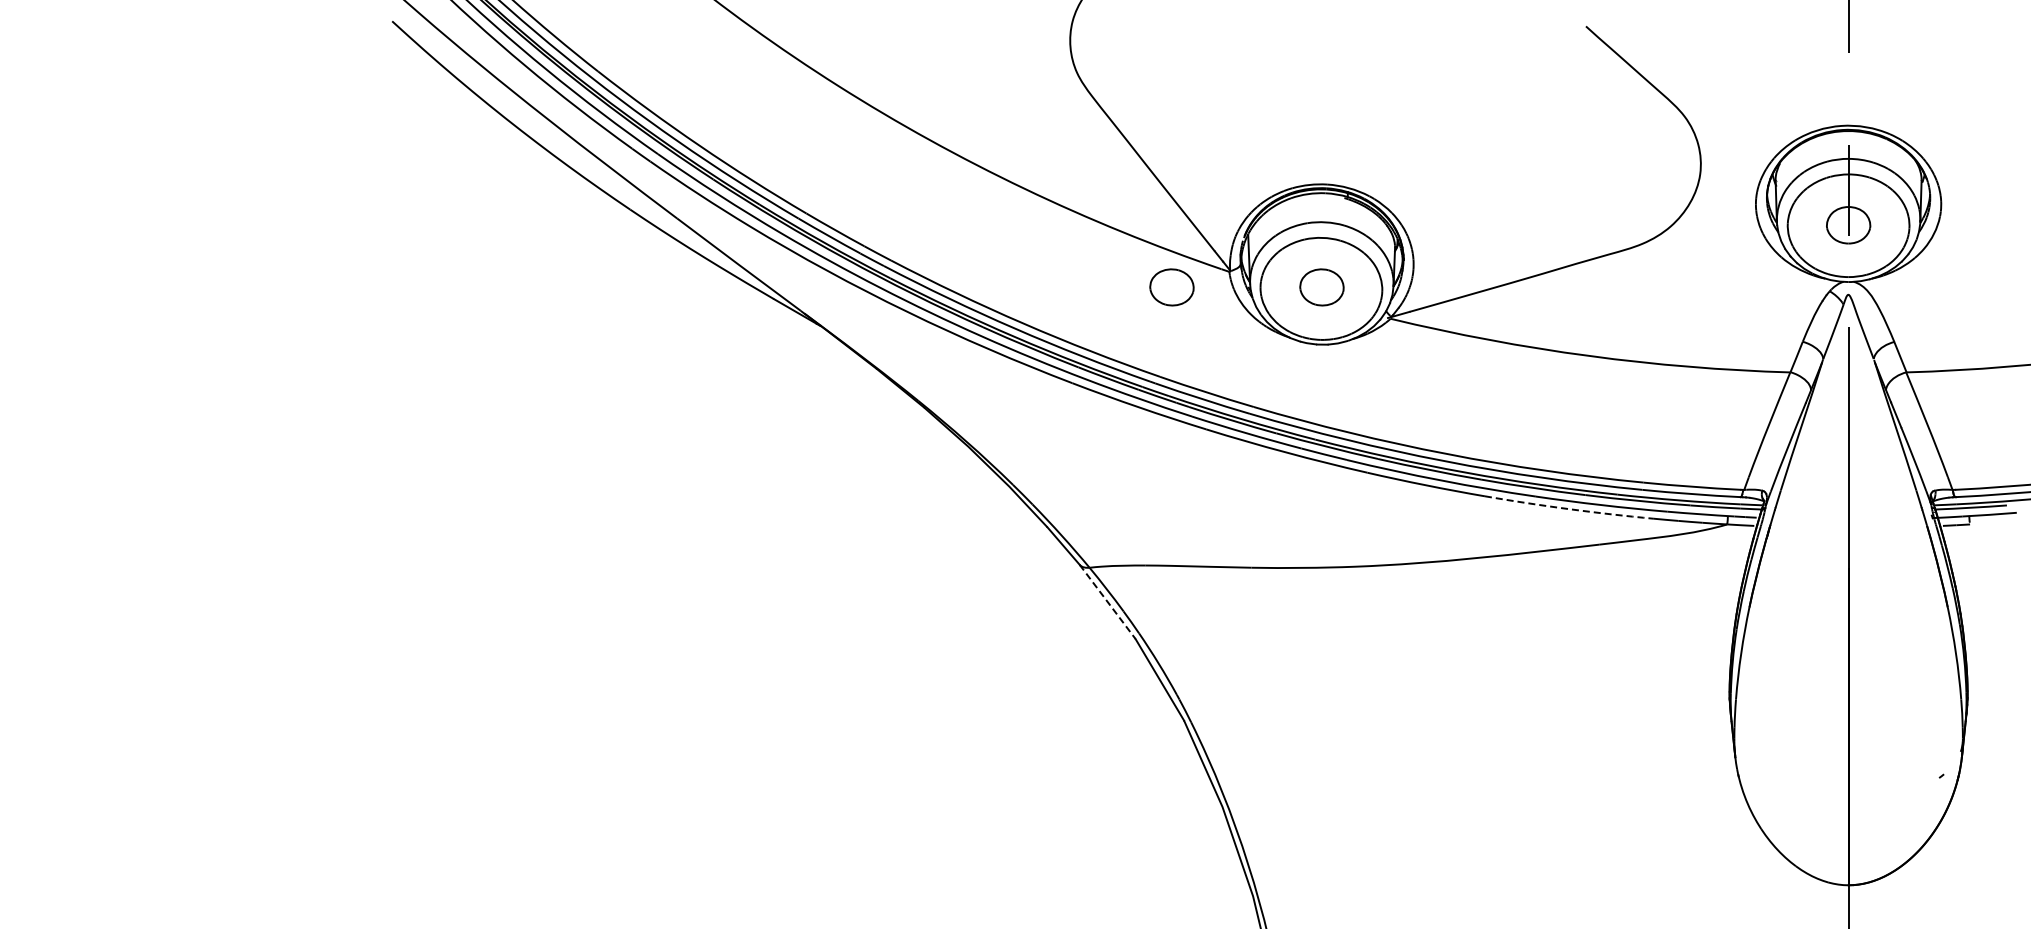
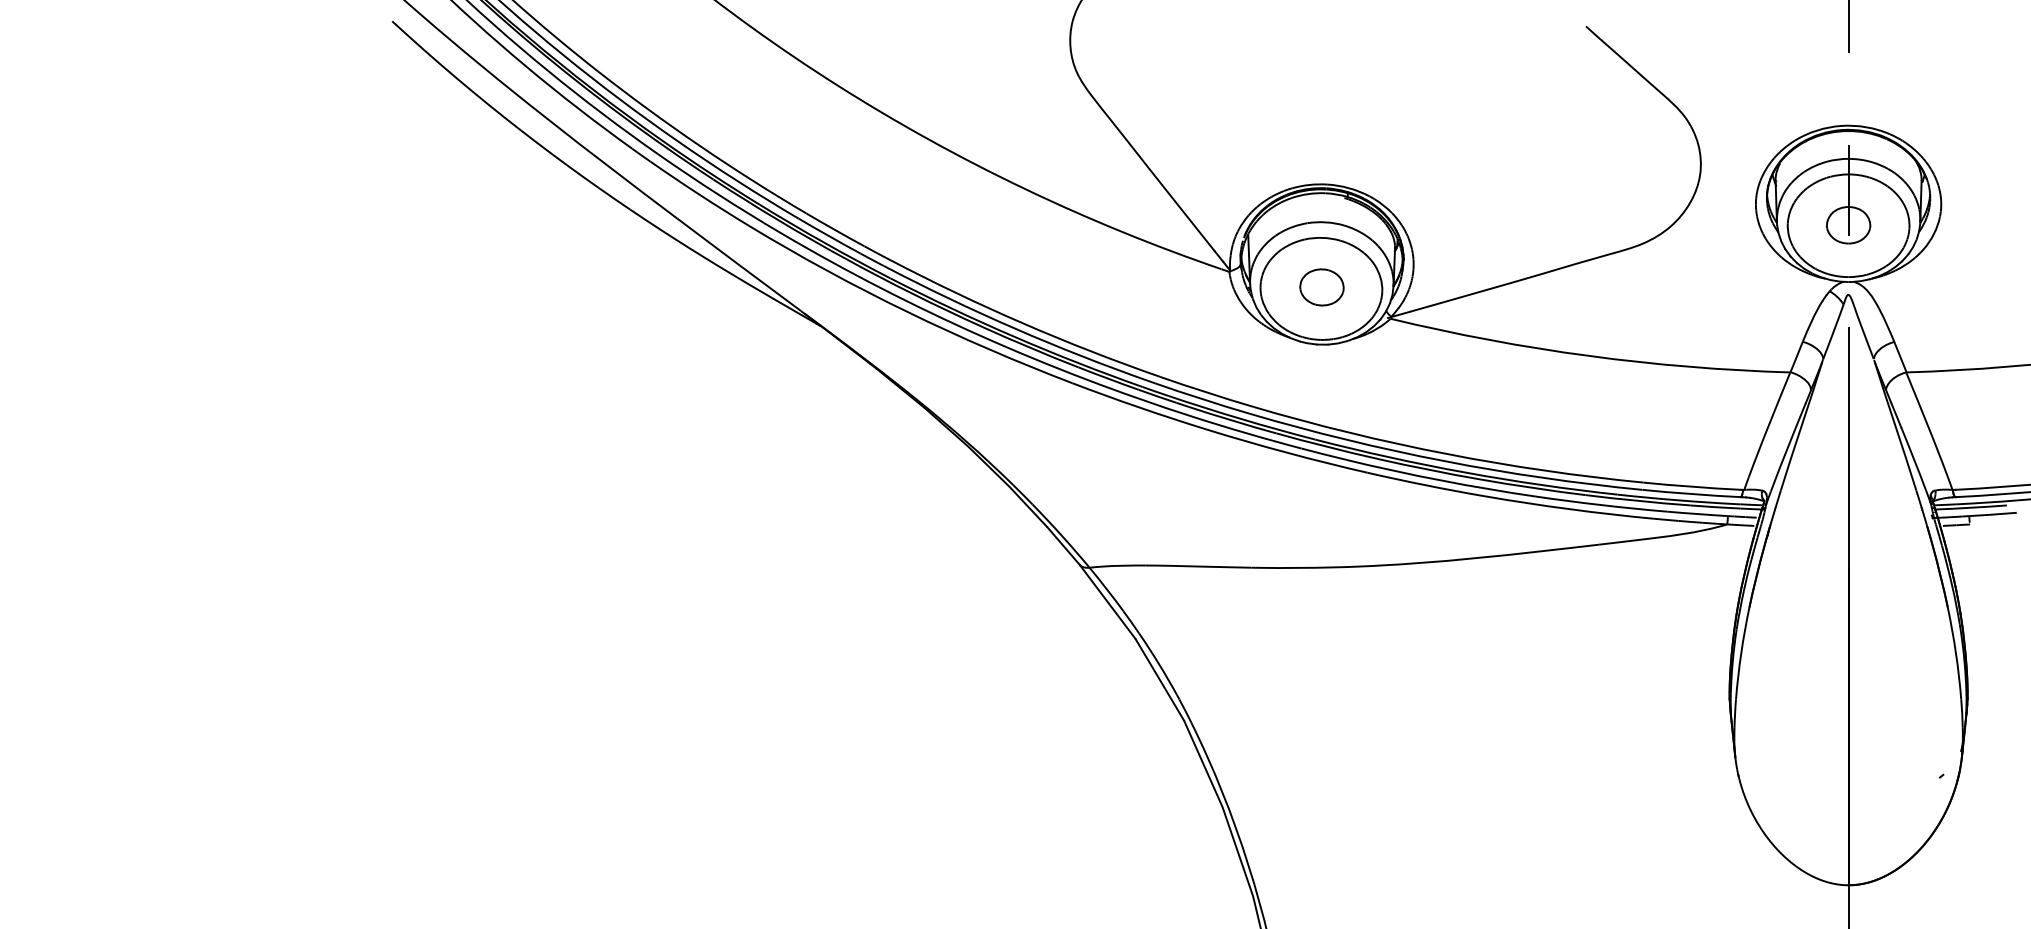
part at (1171, 287): present -> none
arc at (1569, 509): dashed -> solid
line at (1107, 602): dashed -> solid
